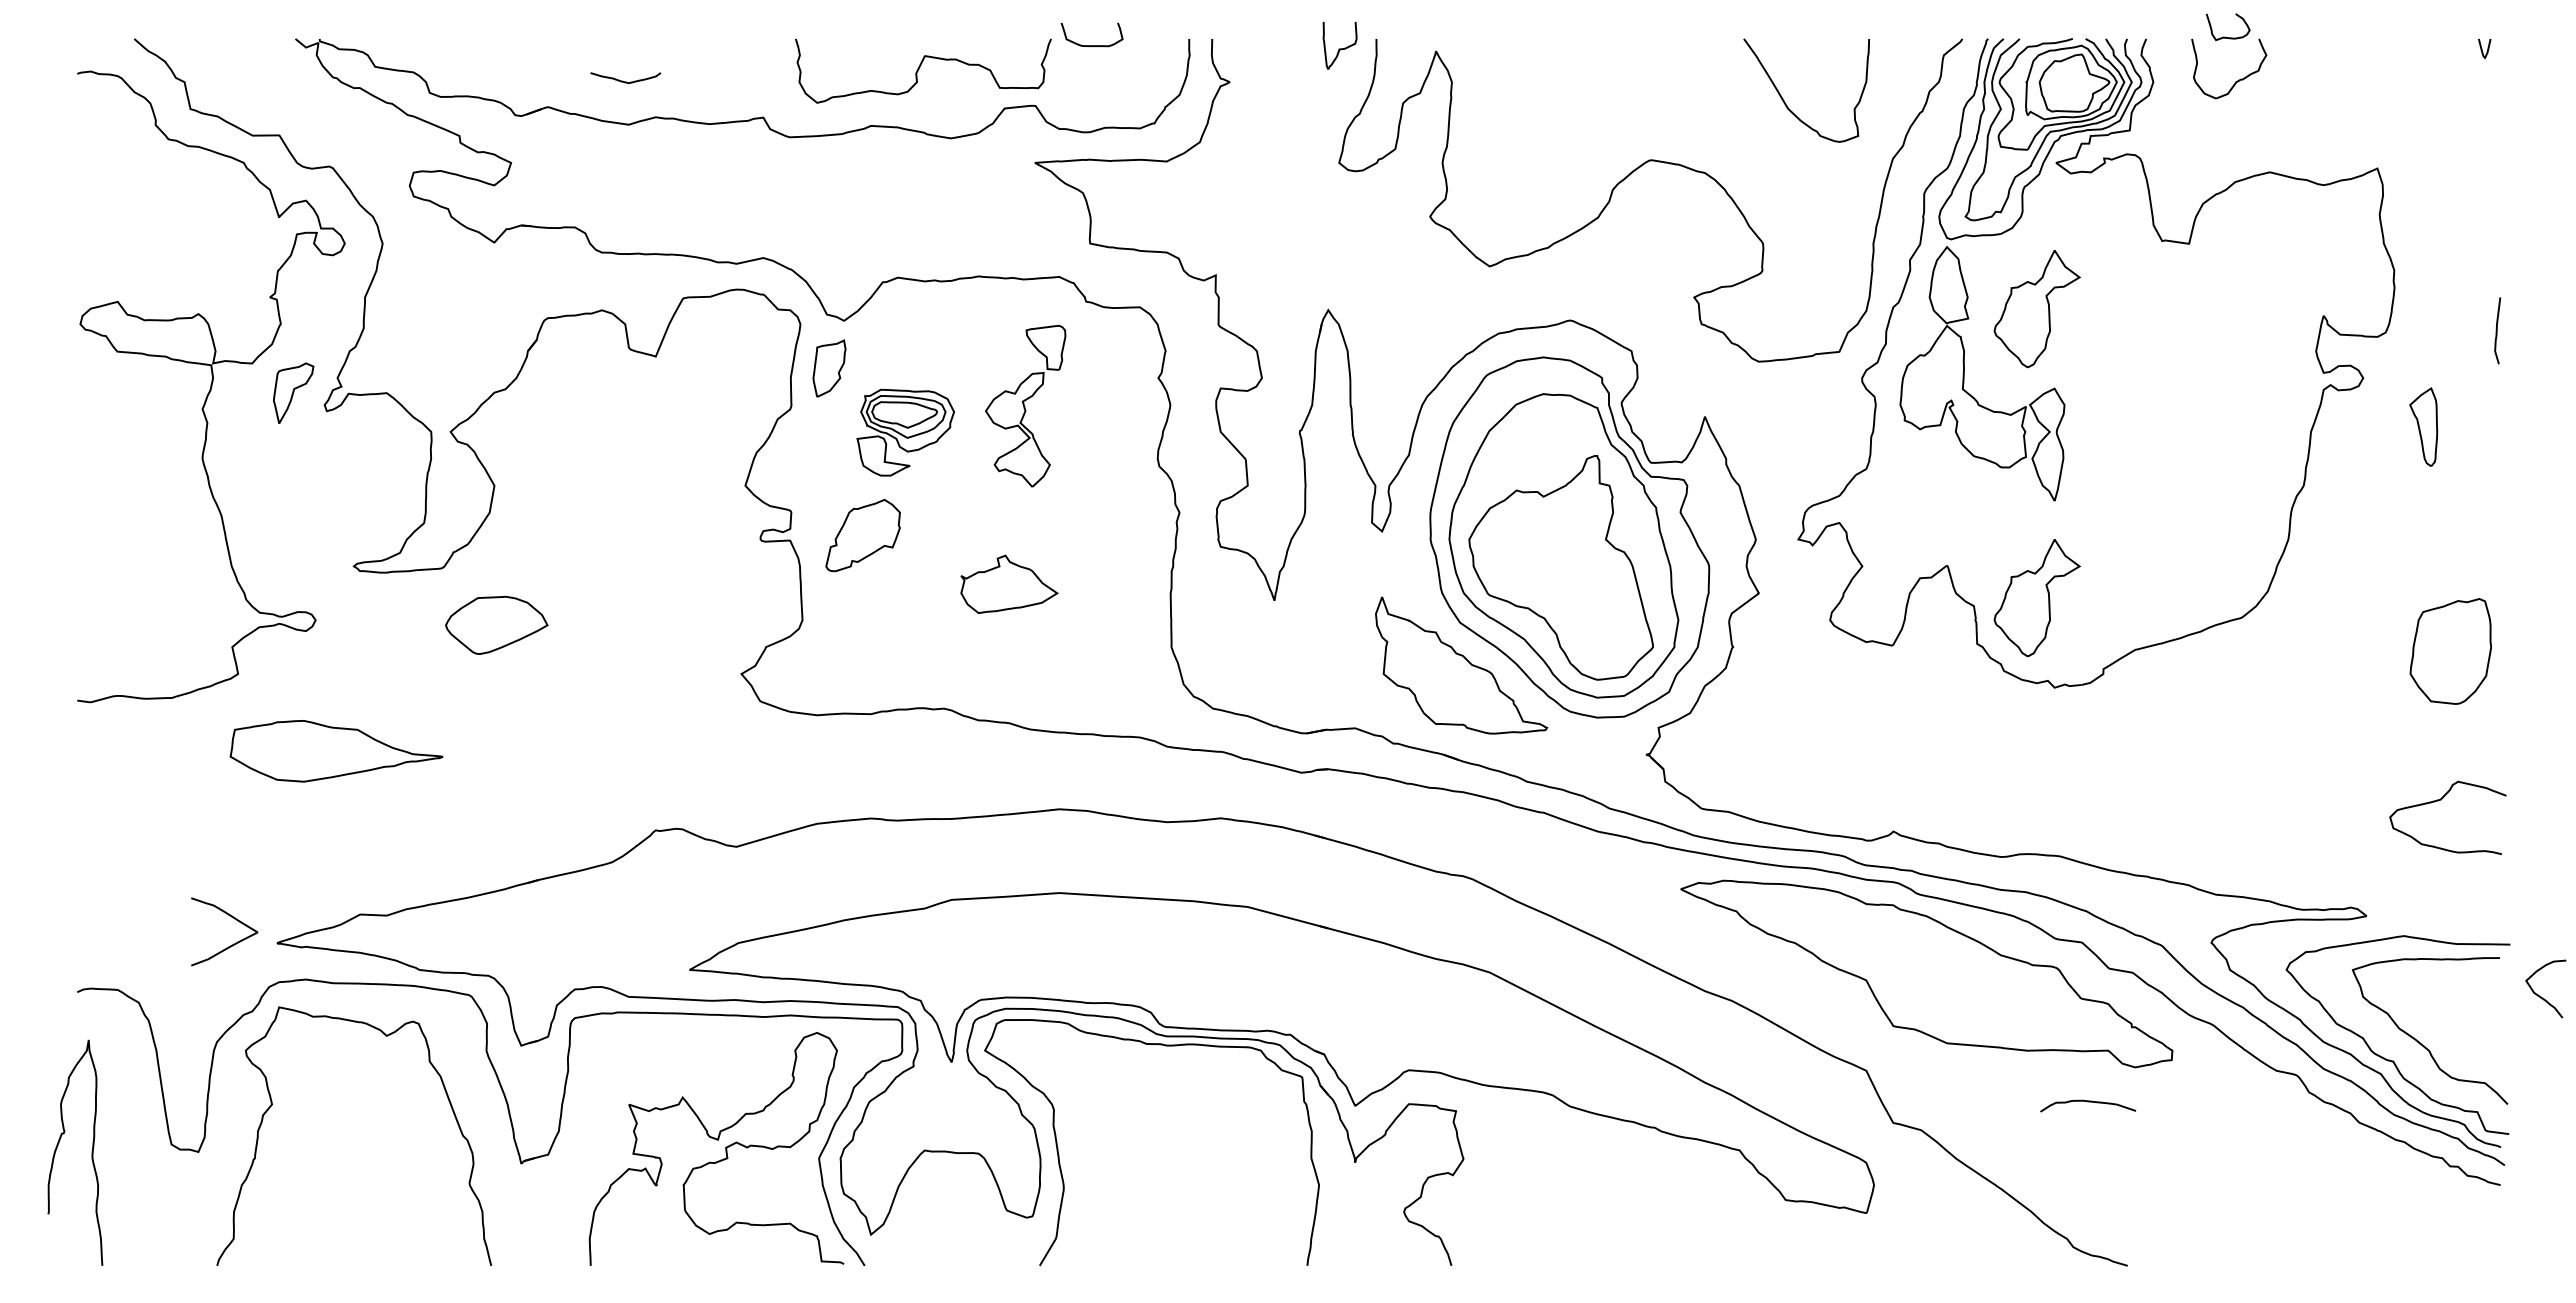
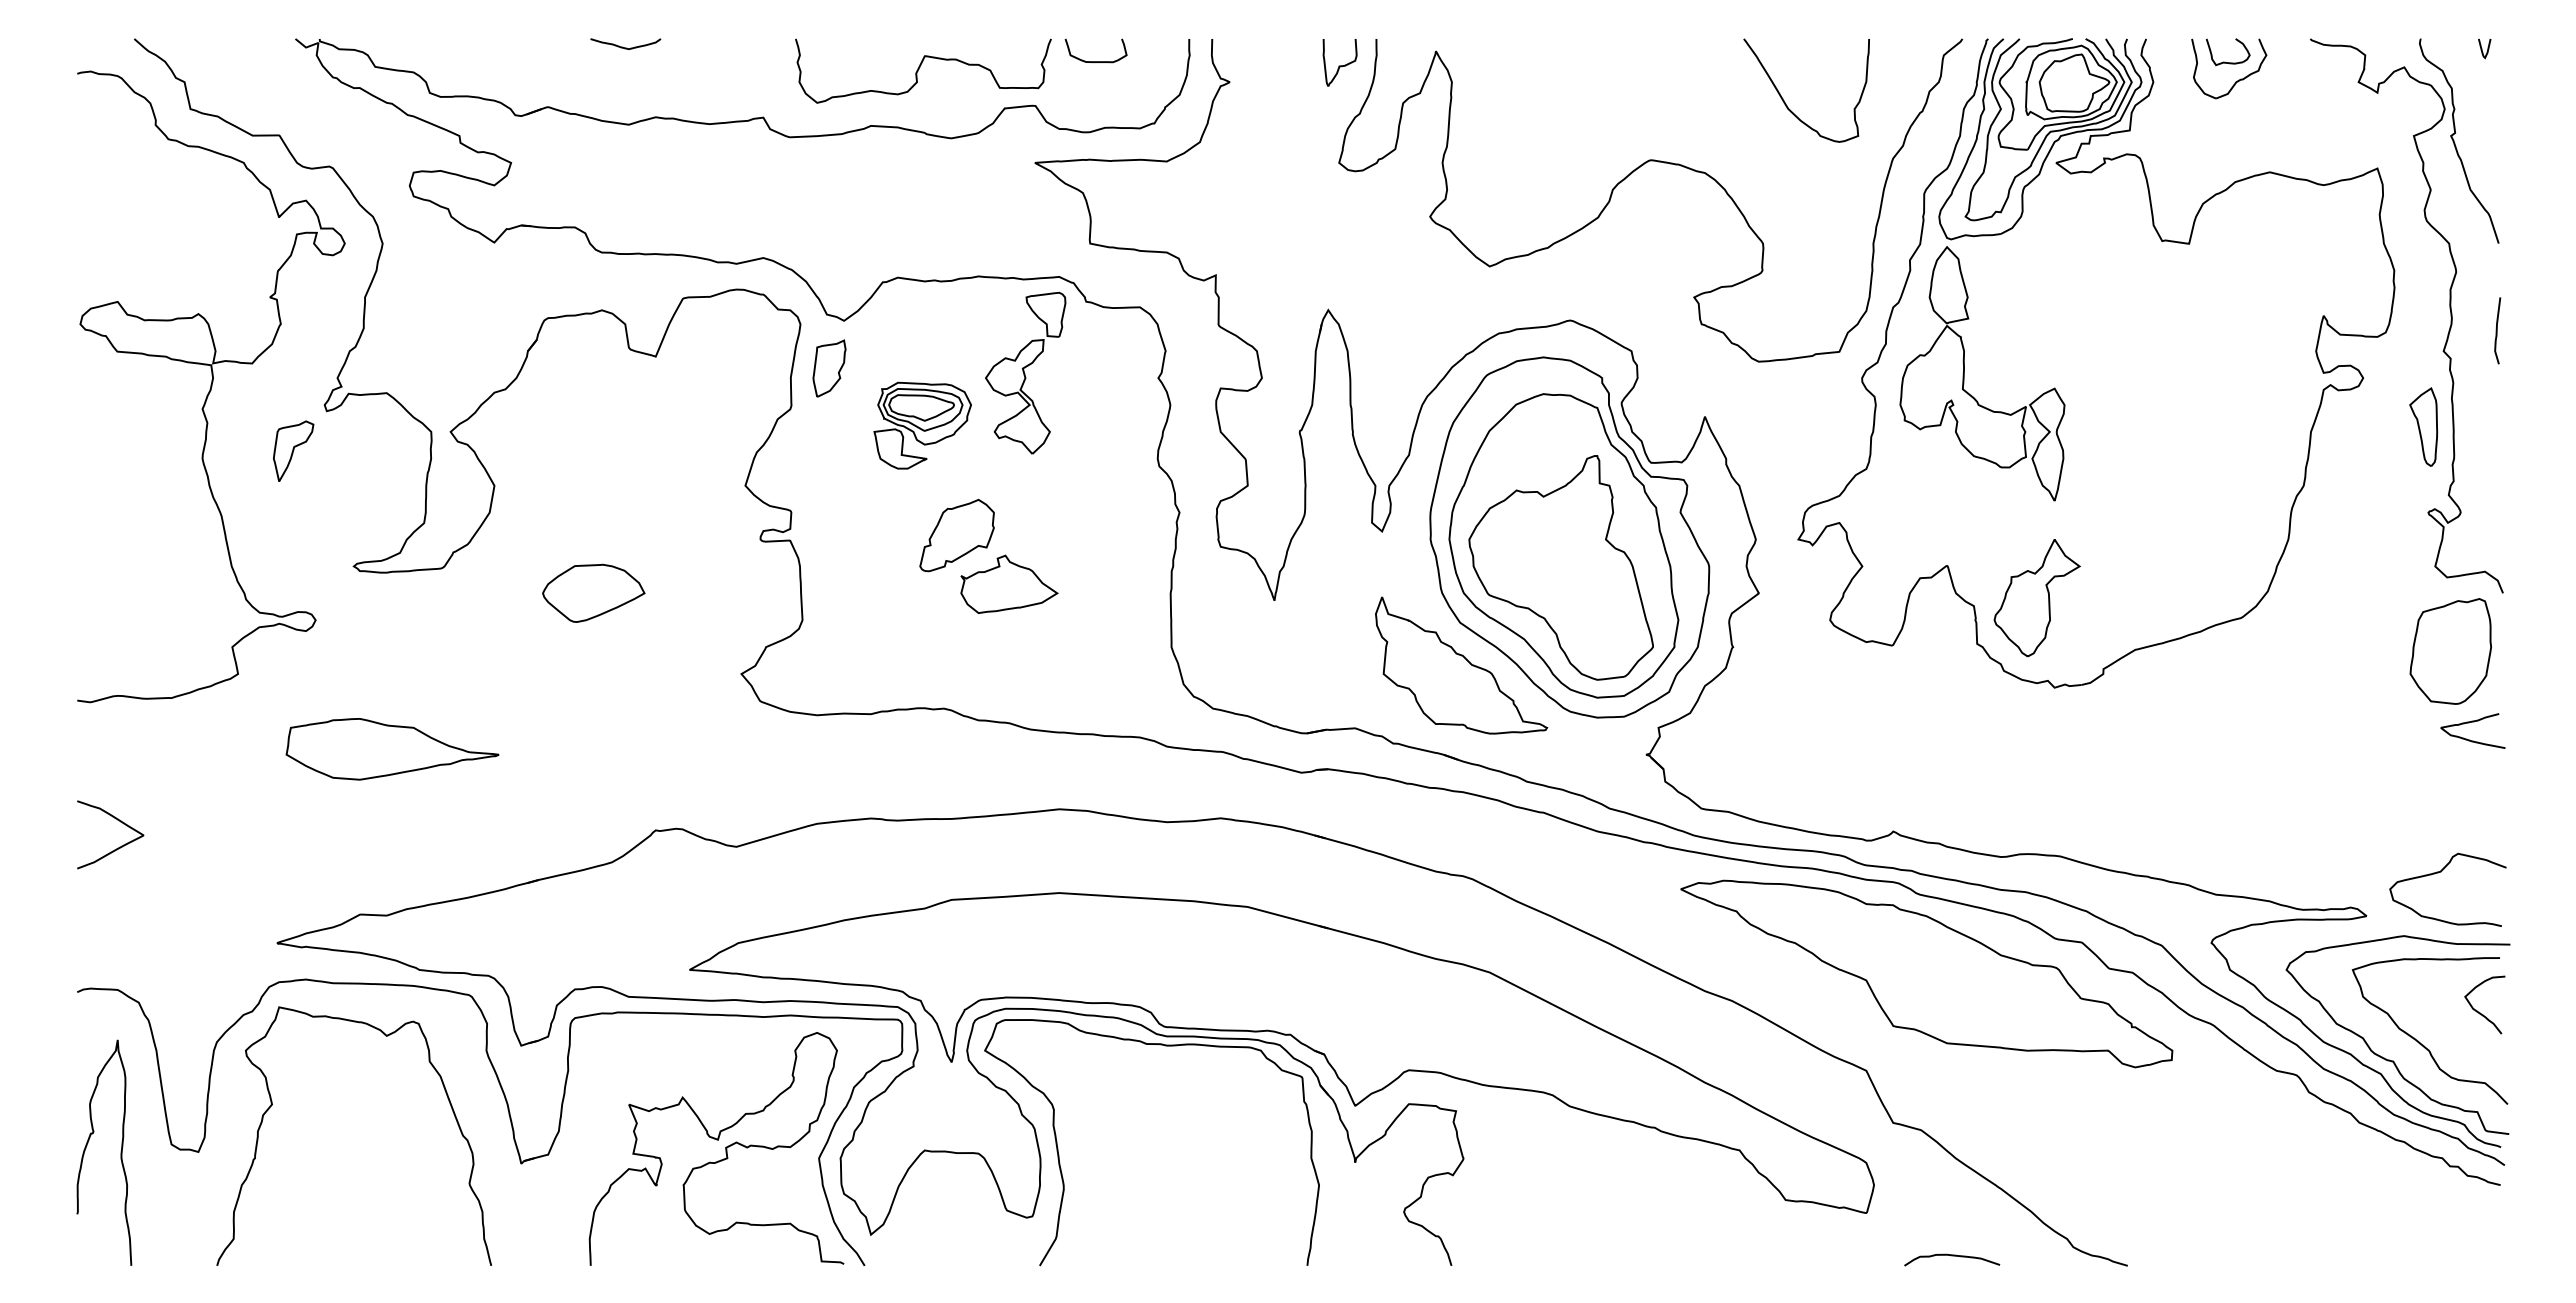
part at (2225, 36) position: (2225, 36) -> (2225, 61)
curve at (1091, 45) position: (1091, 45) -> (1095, 61)
part at (1339, 45) position: (1339, 45) -> (1339, 62)
curve at (625, 81) position: (625, 81) -> (625, 47)
part at (2036, 309): present -> none
part at (2449, 309): none -> present
part at (293, 392) position: (293, 392) -> (293, 450)
part at (1025, 405) position: (1025, 405) -> (1025, 372)
part at (905, 432) position: (905, 432) -> (922, 425)
part at (862, 535) position: (862, 535) -> (956, 535)
part at (496, 624) position: (496, 624) -> (593, 592)
curve at (2469, 723): none -> present
part at (336, 751) position: (336, 751) -> (392, 749)
curve at (2441, 800) position: (2441, 800) -> (2441, 872)
curve at (233, 943) position: (233, 943) -> (119, 846)
curve at (2541, 996) position: (2541, 996) -> (2480, 1012)
curve at (2088, 1102) position: (2088, 1102) -> (1952, 1256)
curve at (91, 1152) position: (91, 1152) -> (120, 1152)
